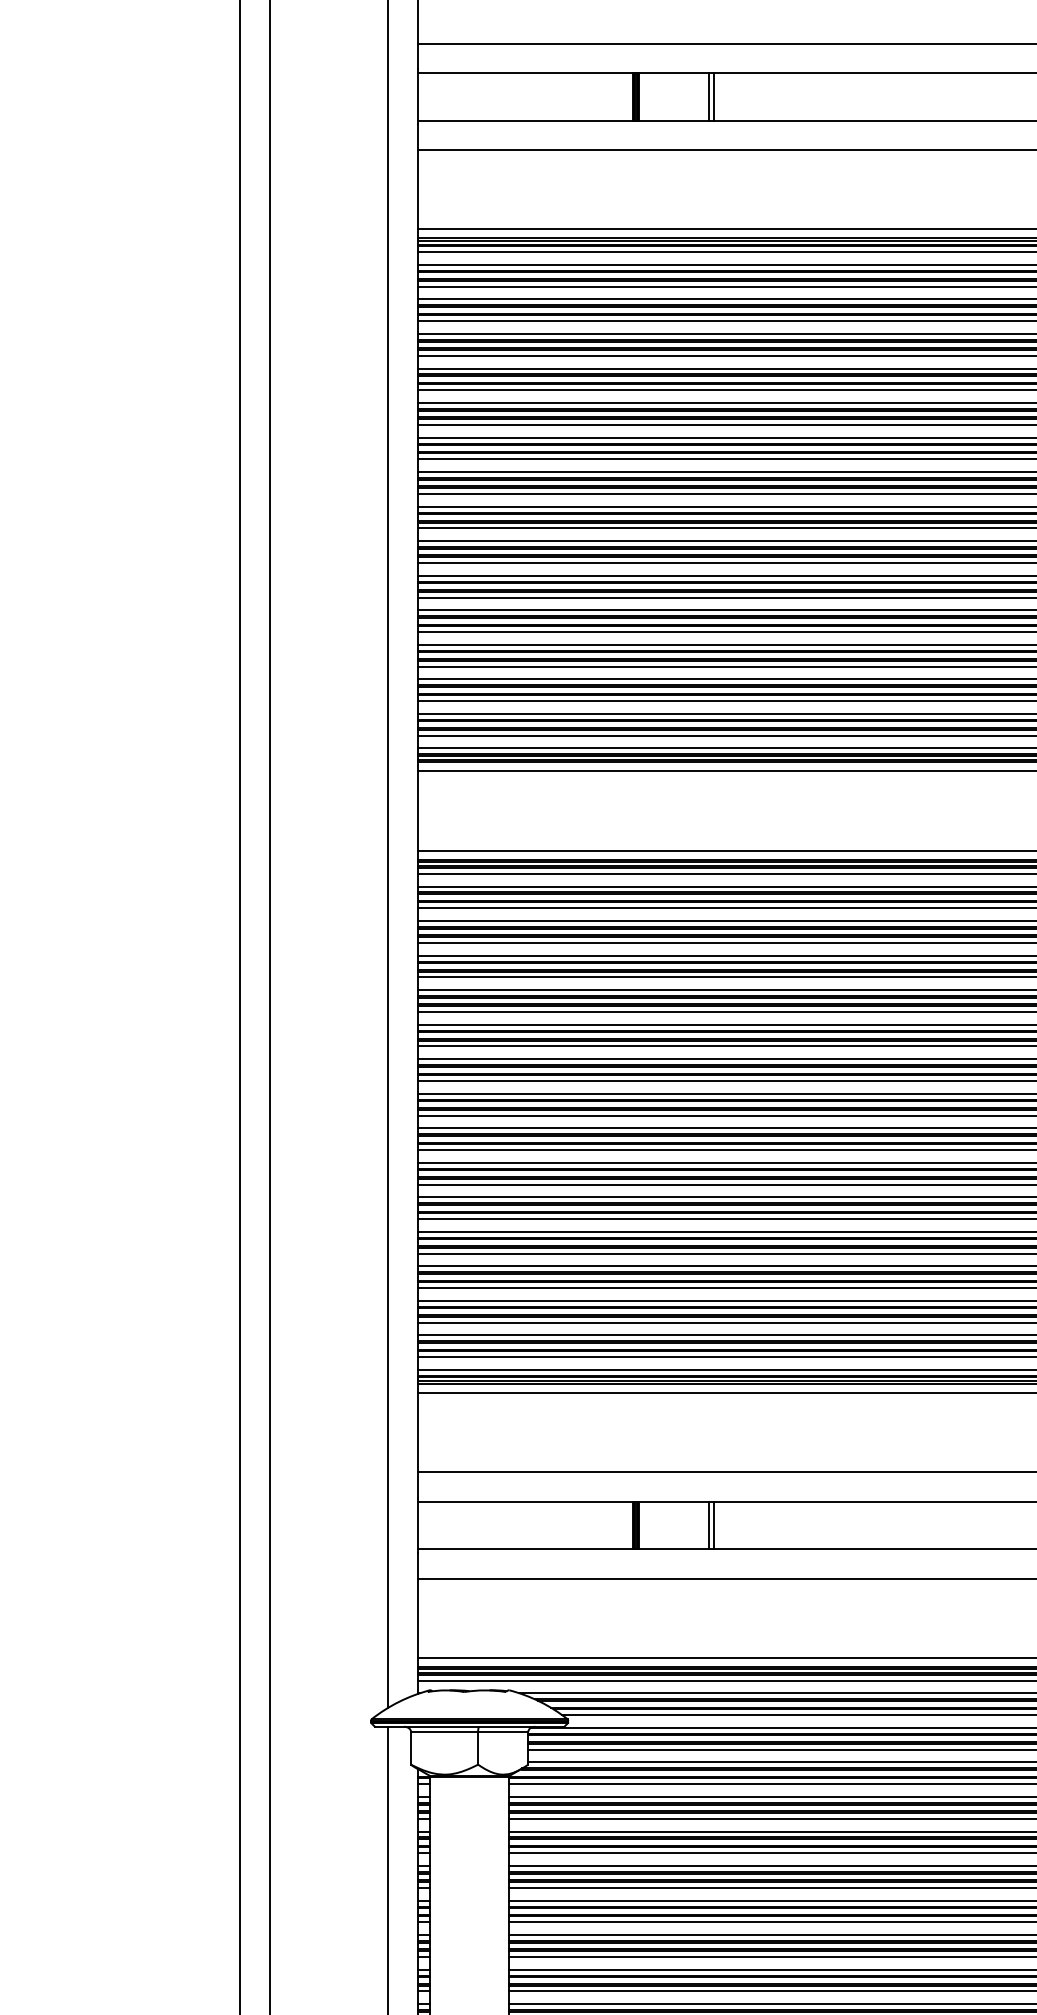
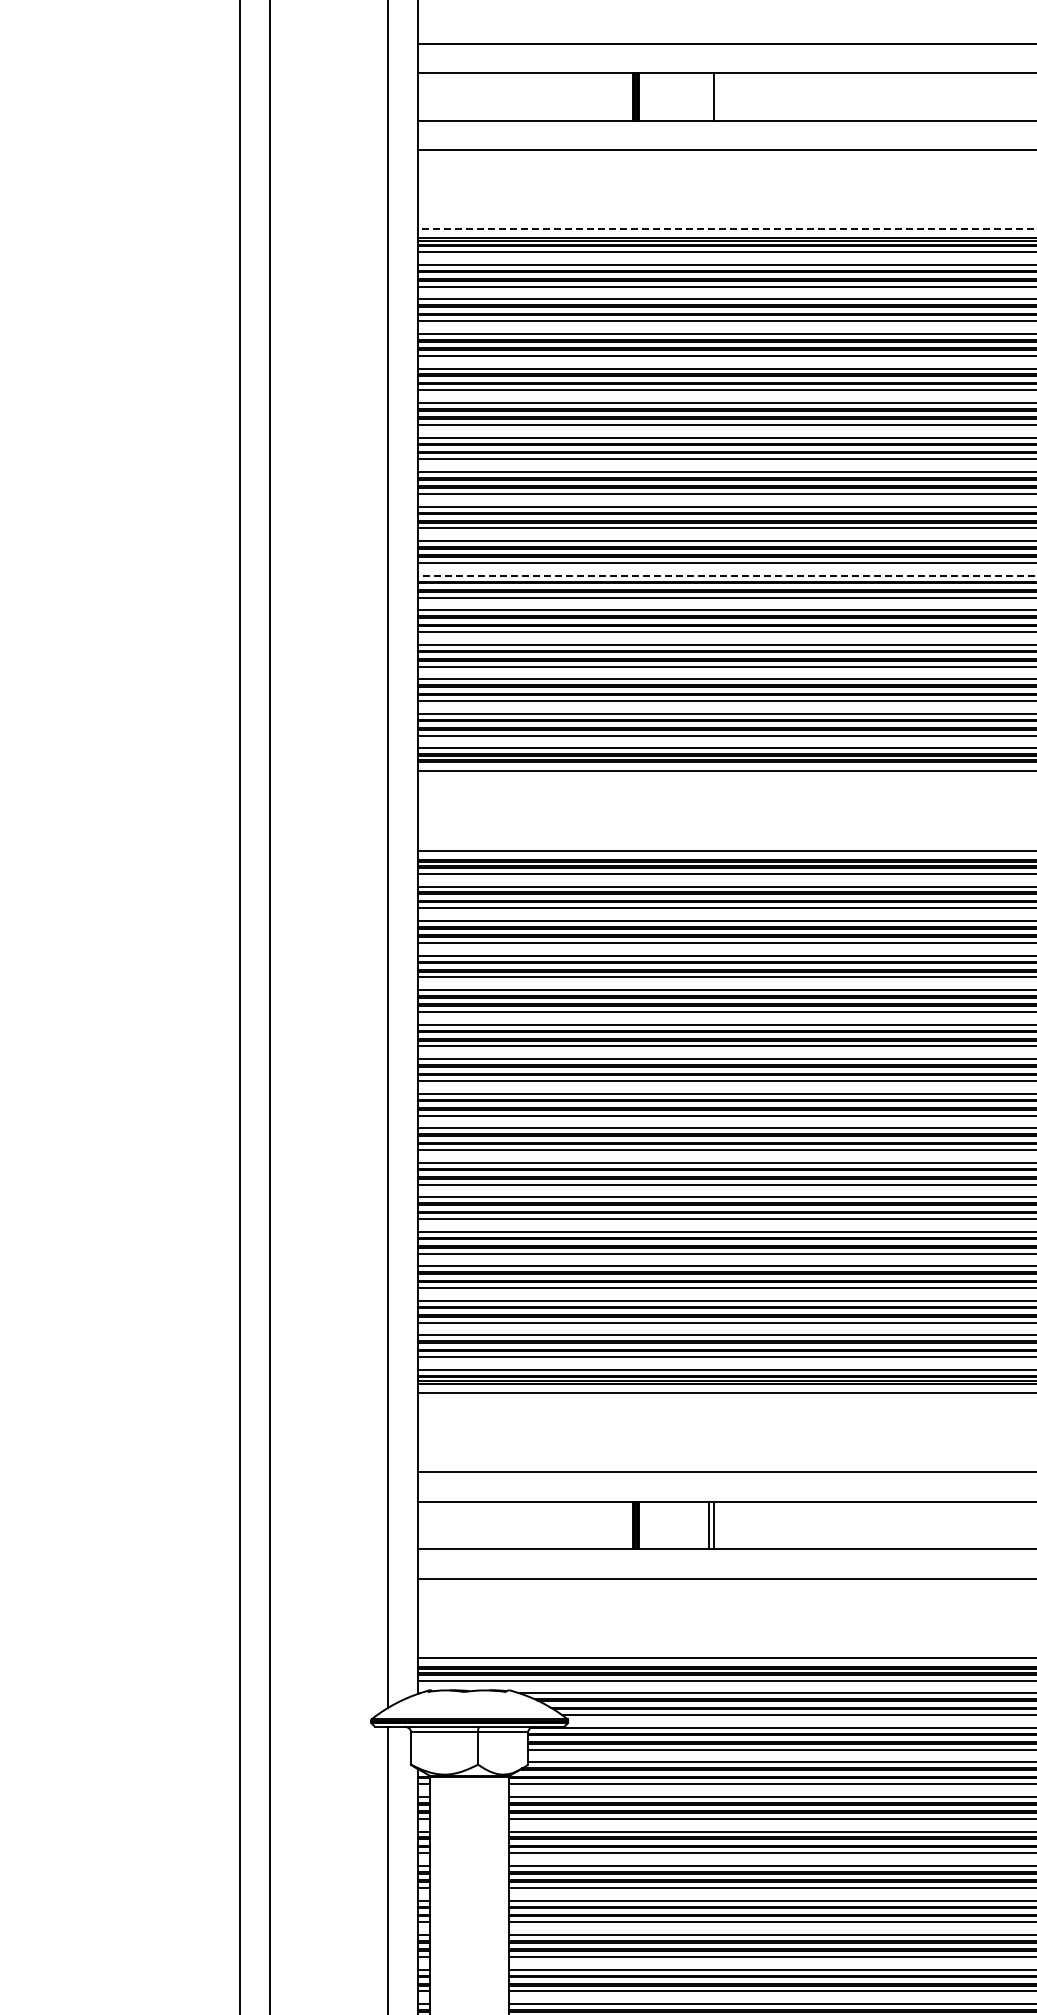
line at (708, 96): present -> none
line at (726, 229): solid -> dashed
line at (726, 575): solid -> dashed
